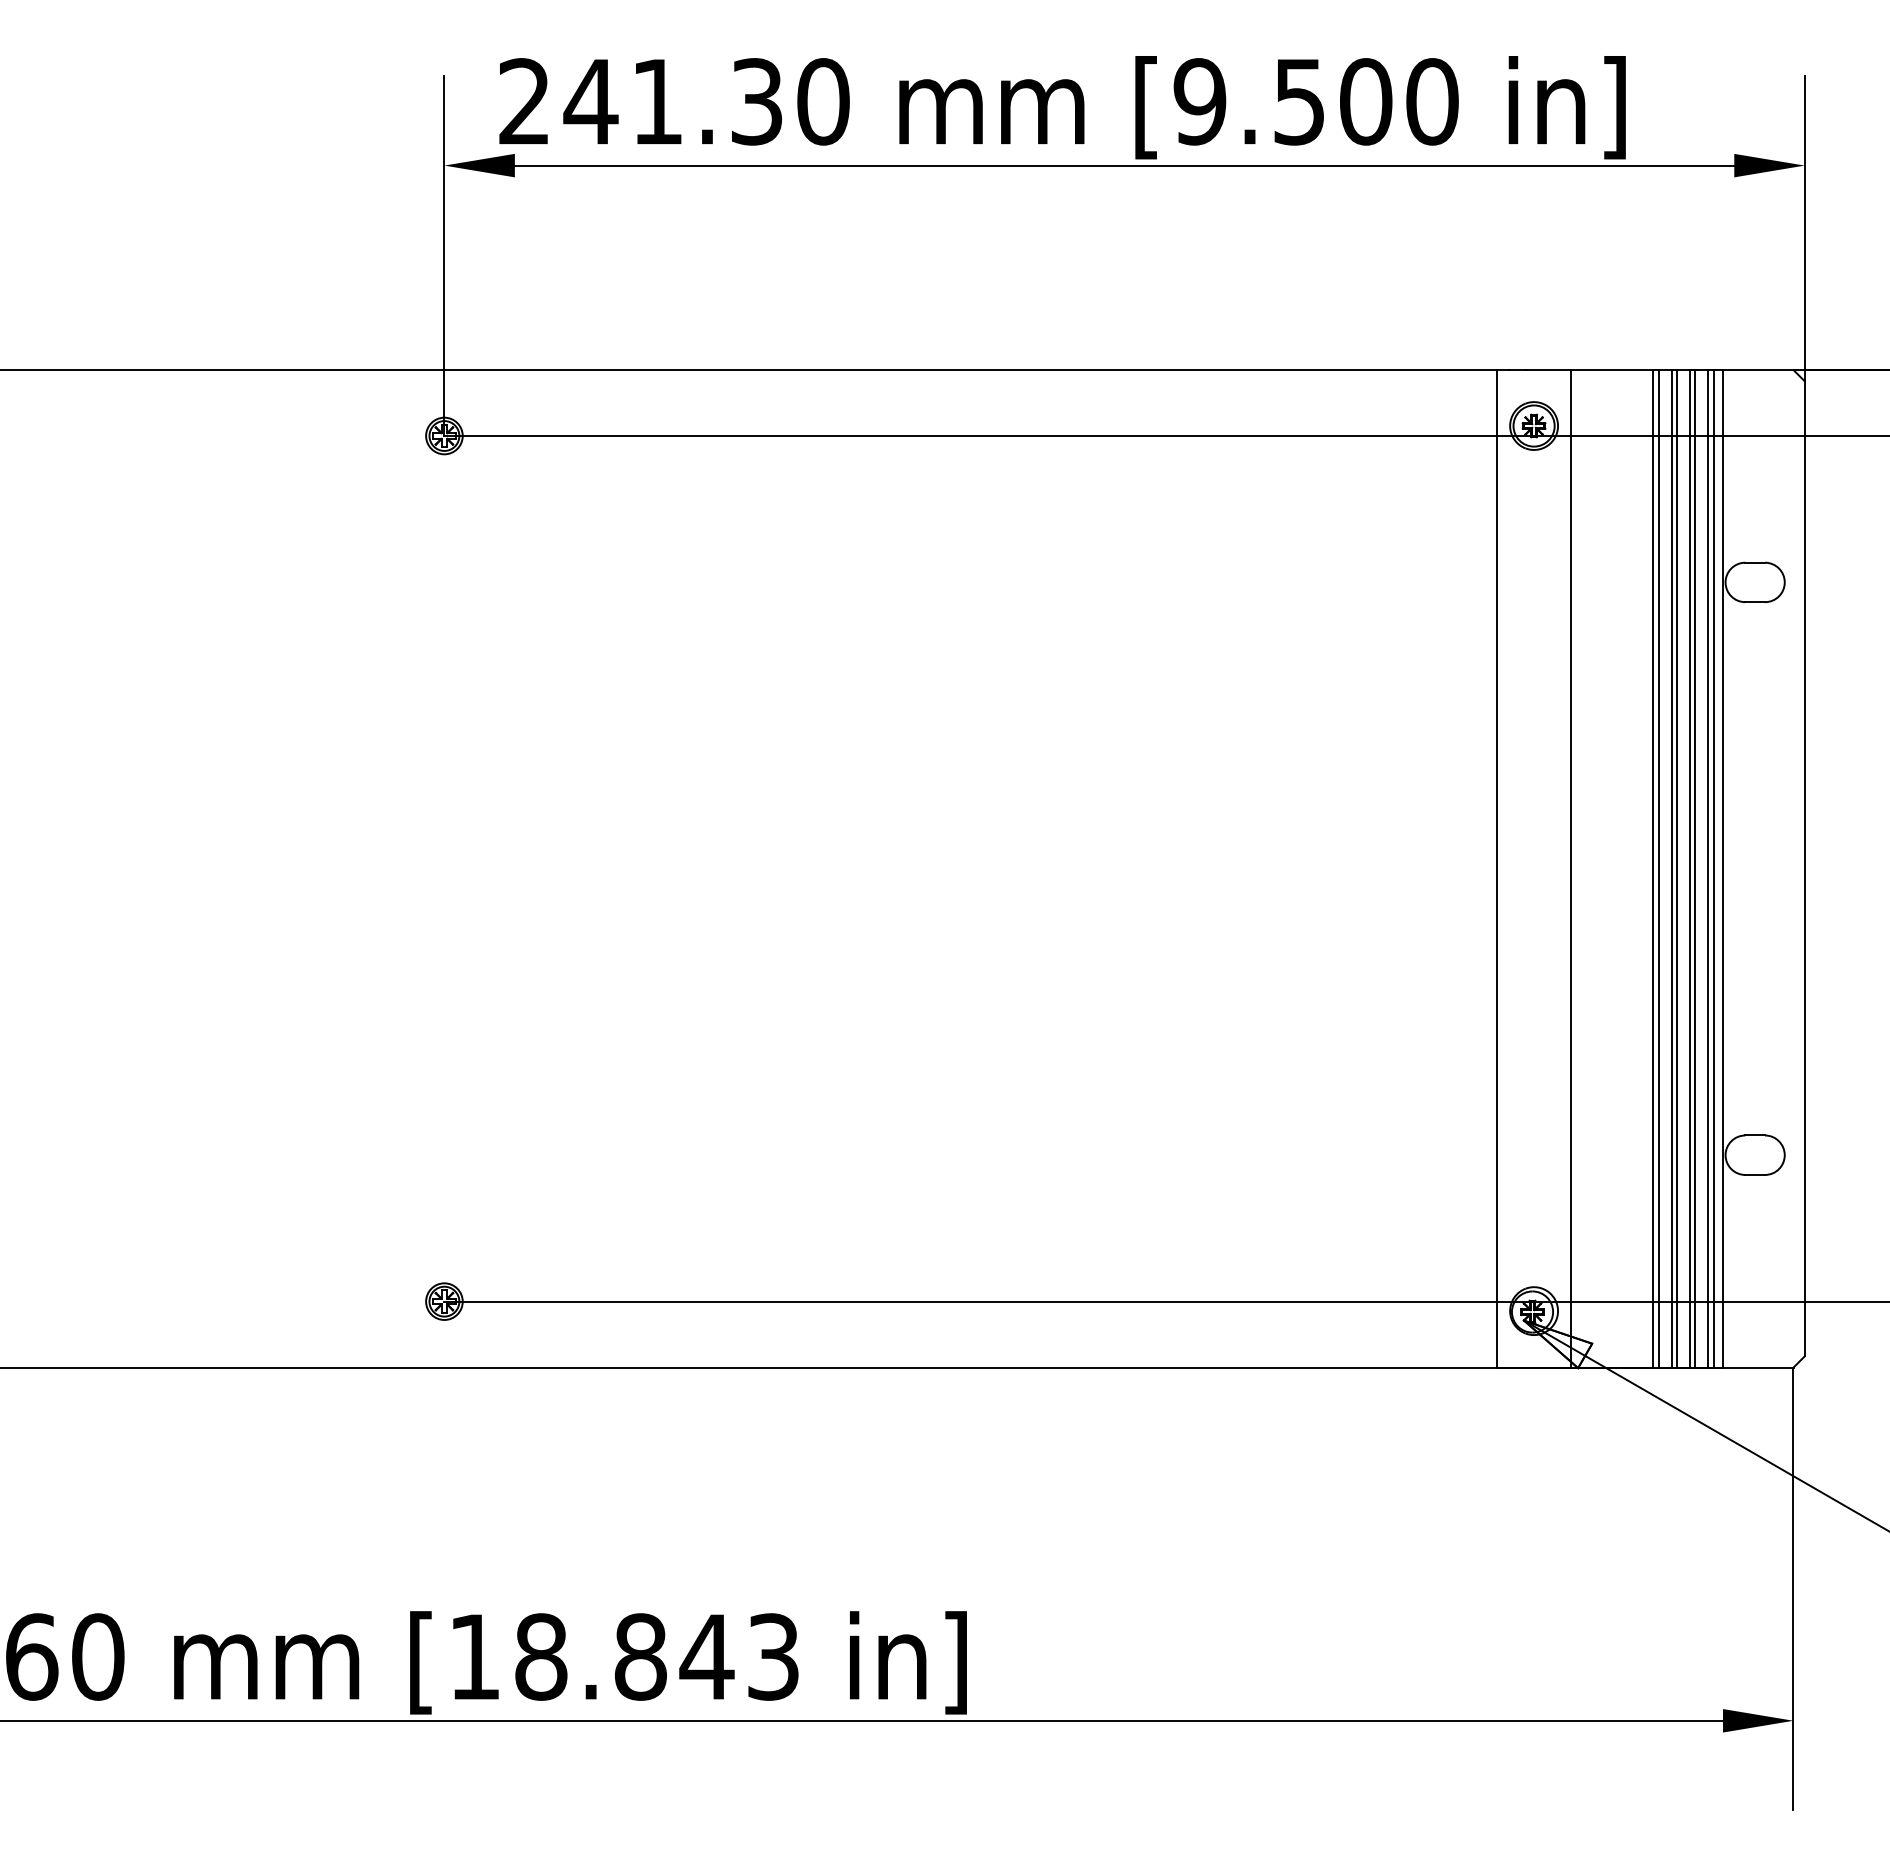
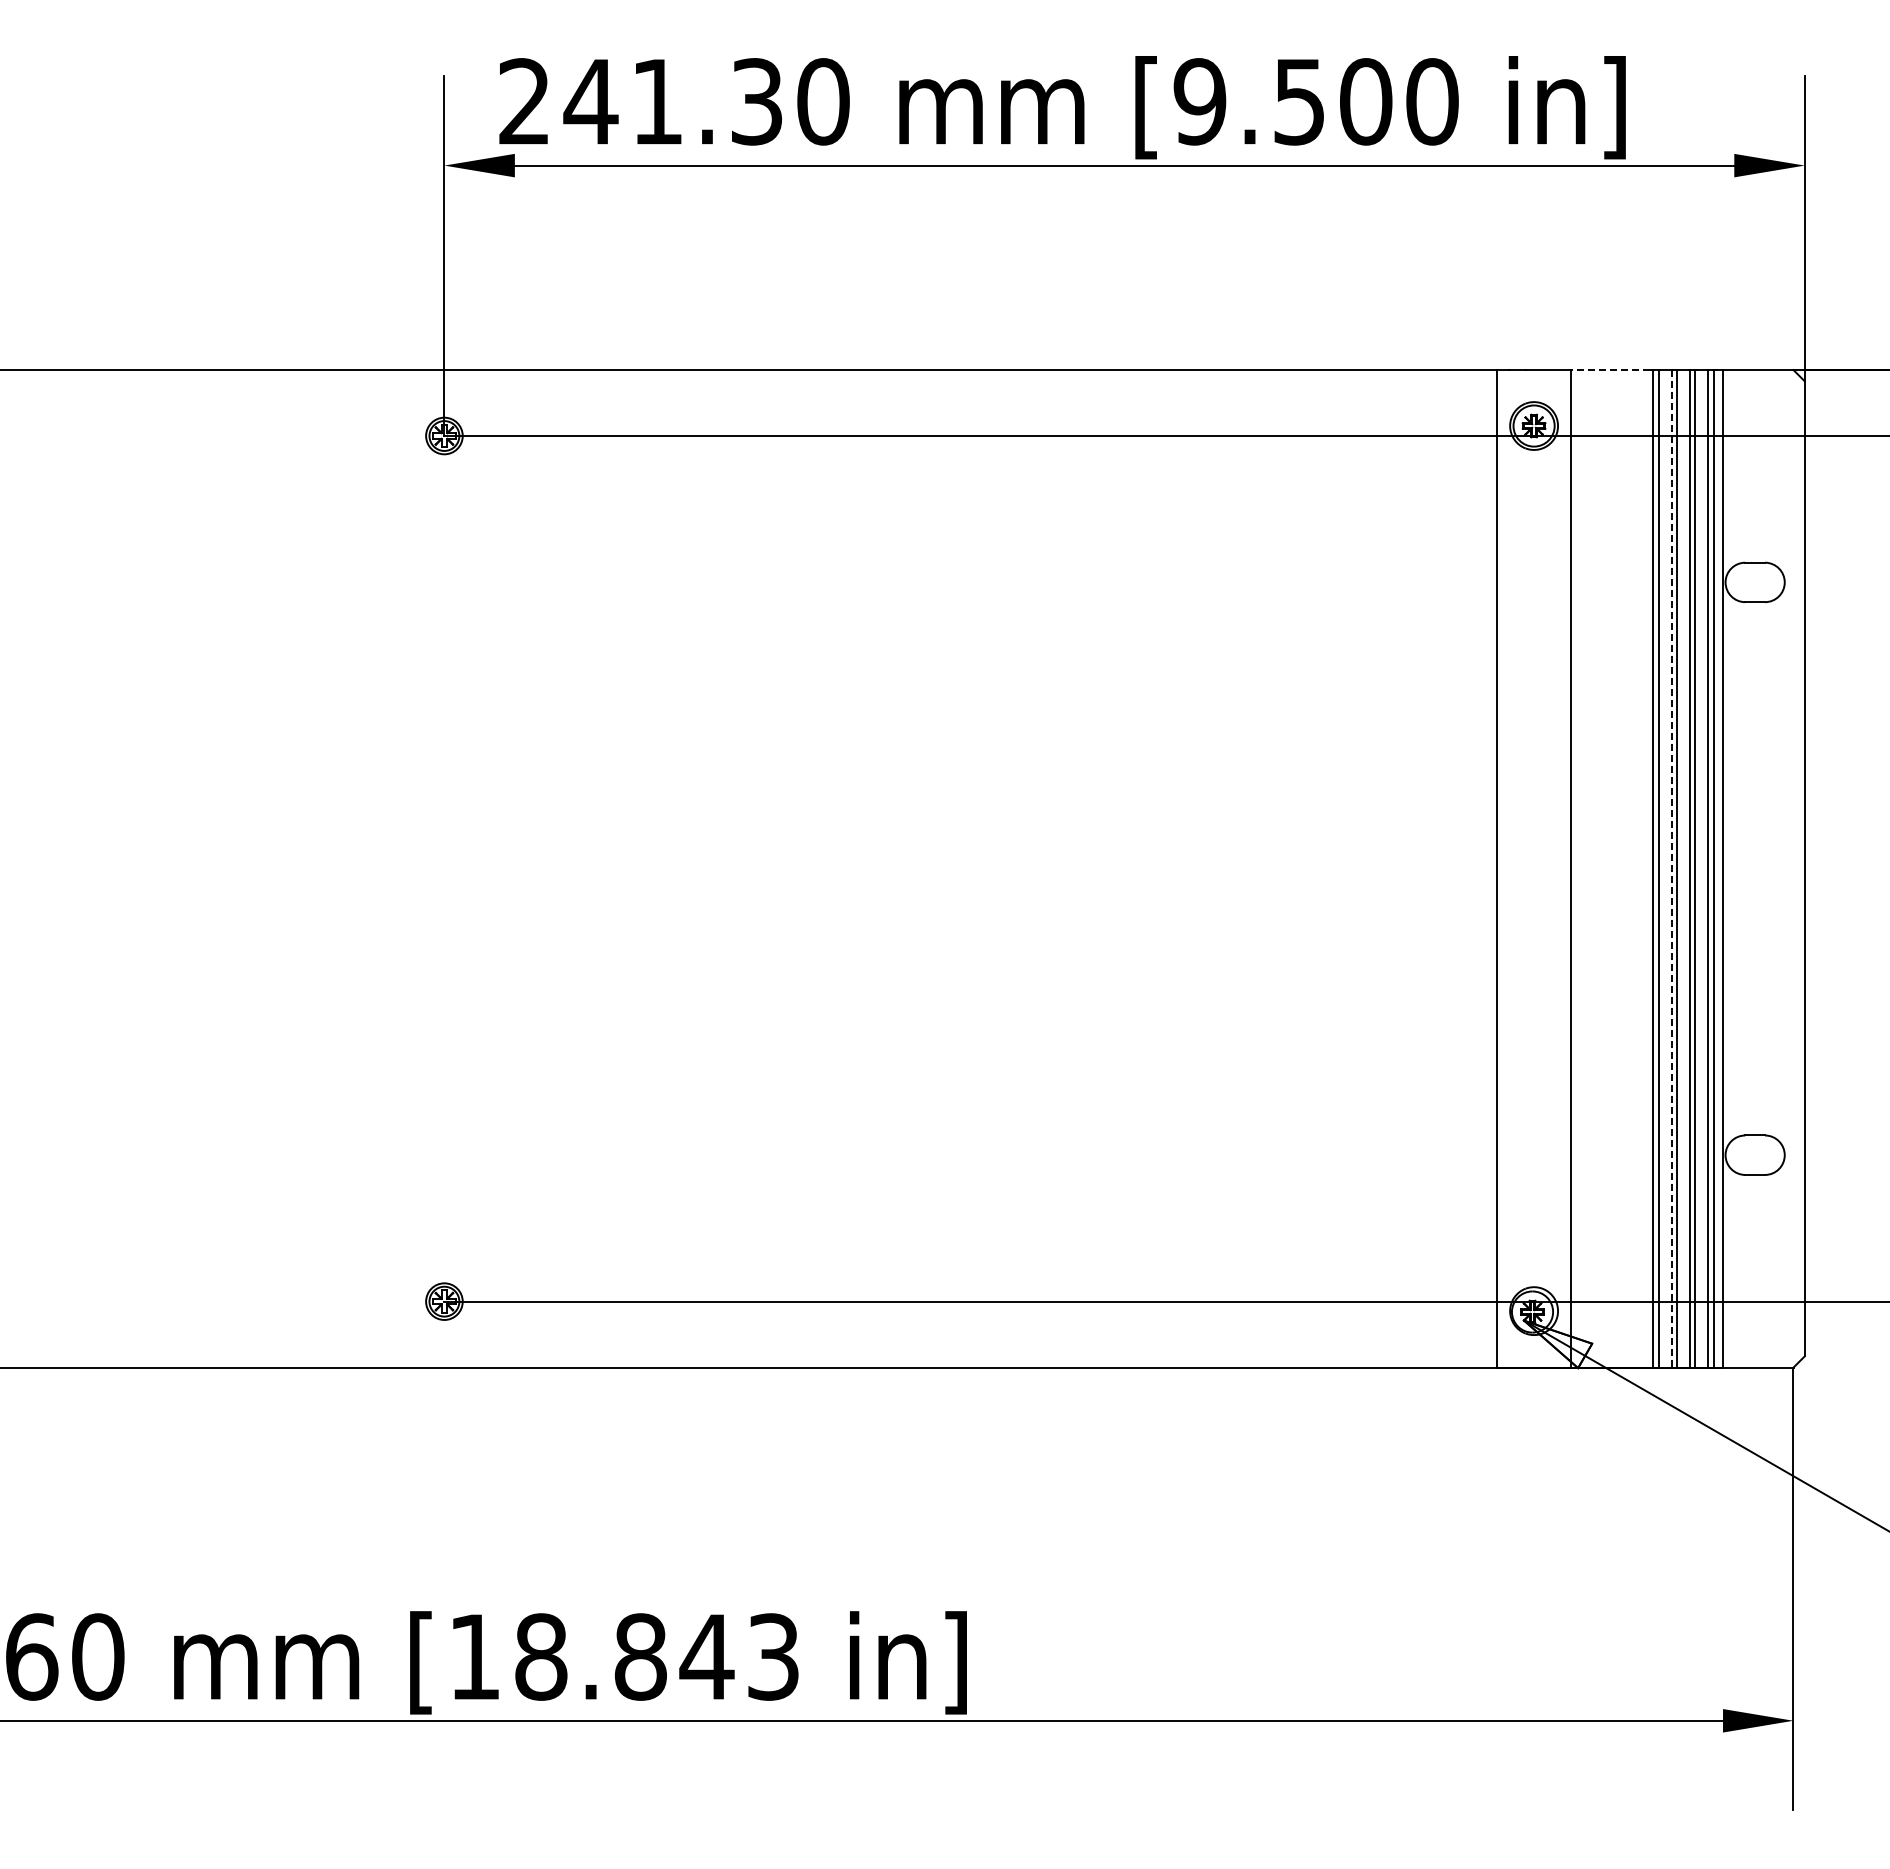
line at (1609, 369): solid -> dashed
line at (1671, 868): solid -> dashed
